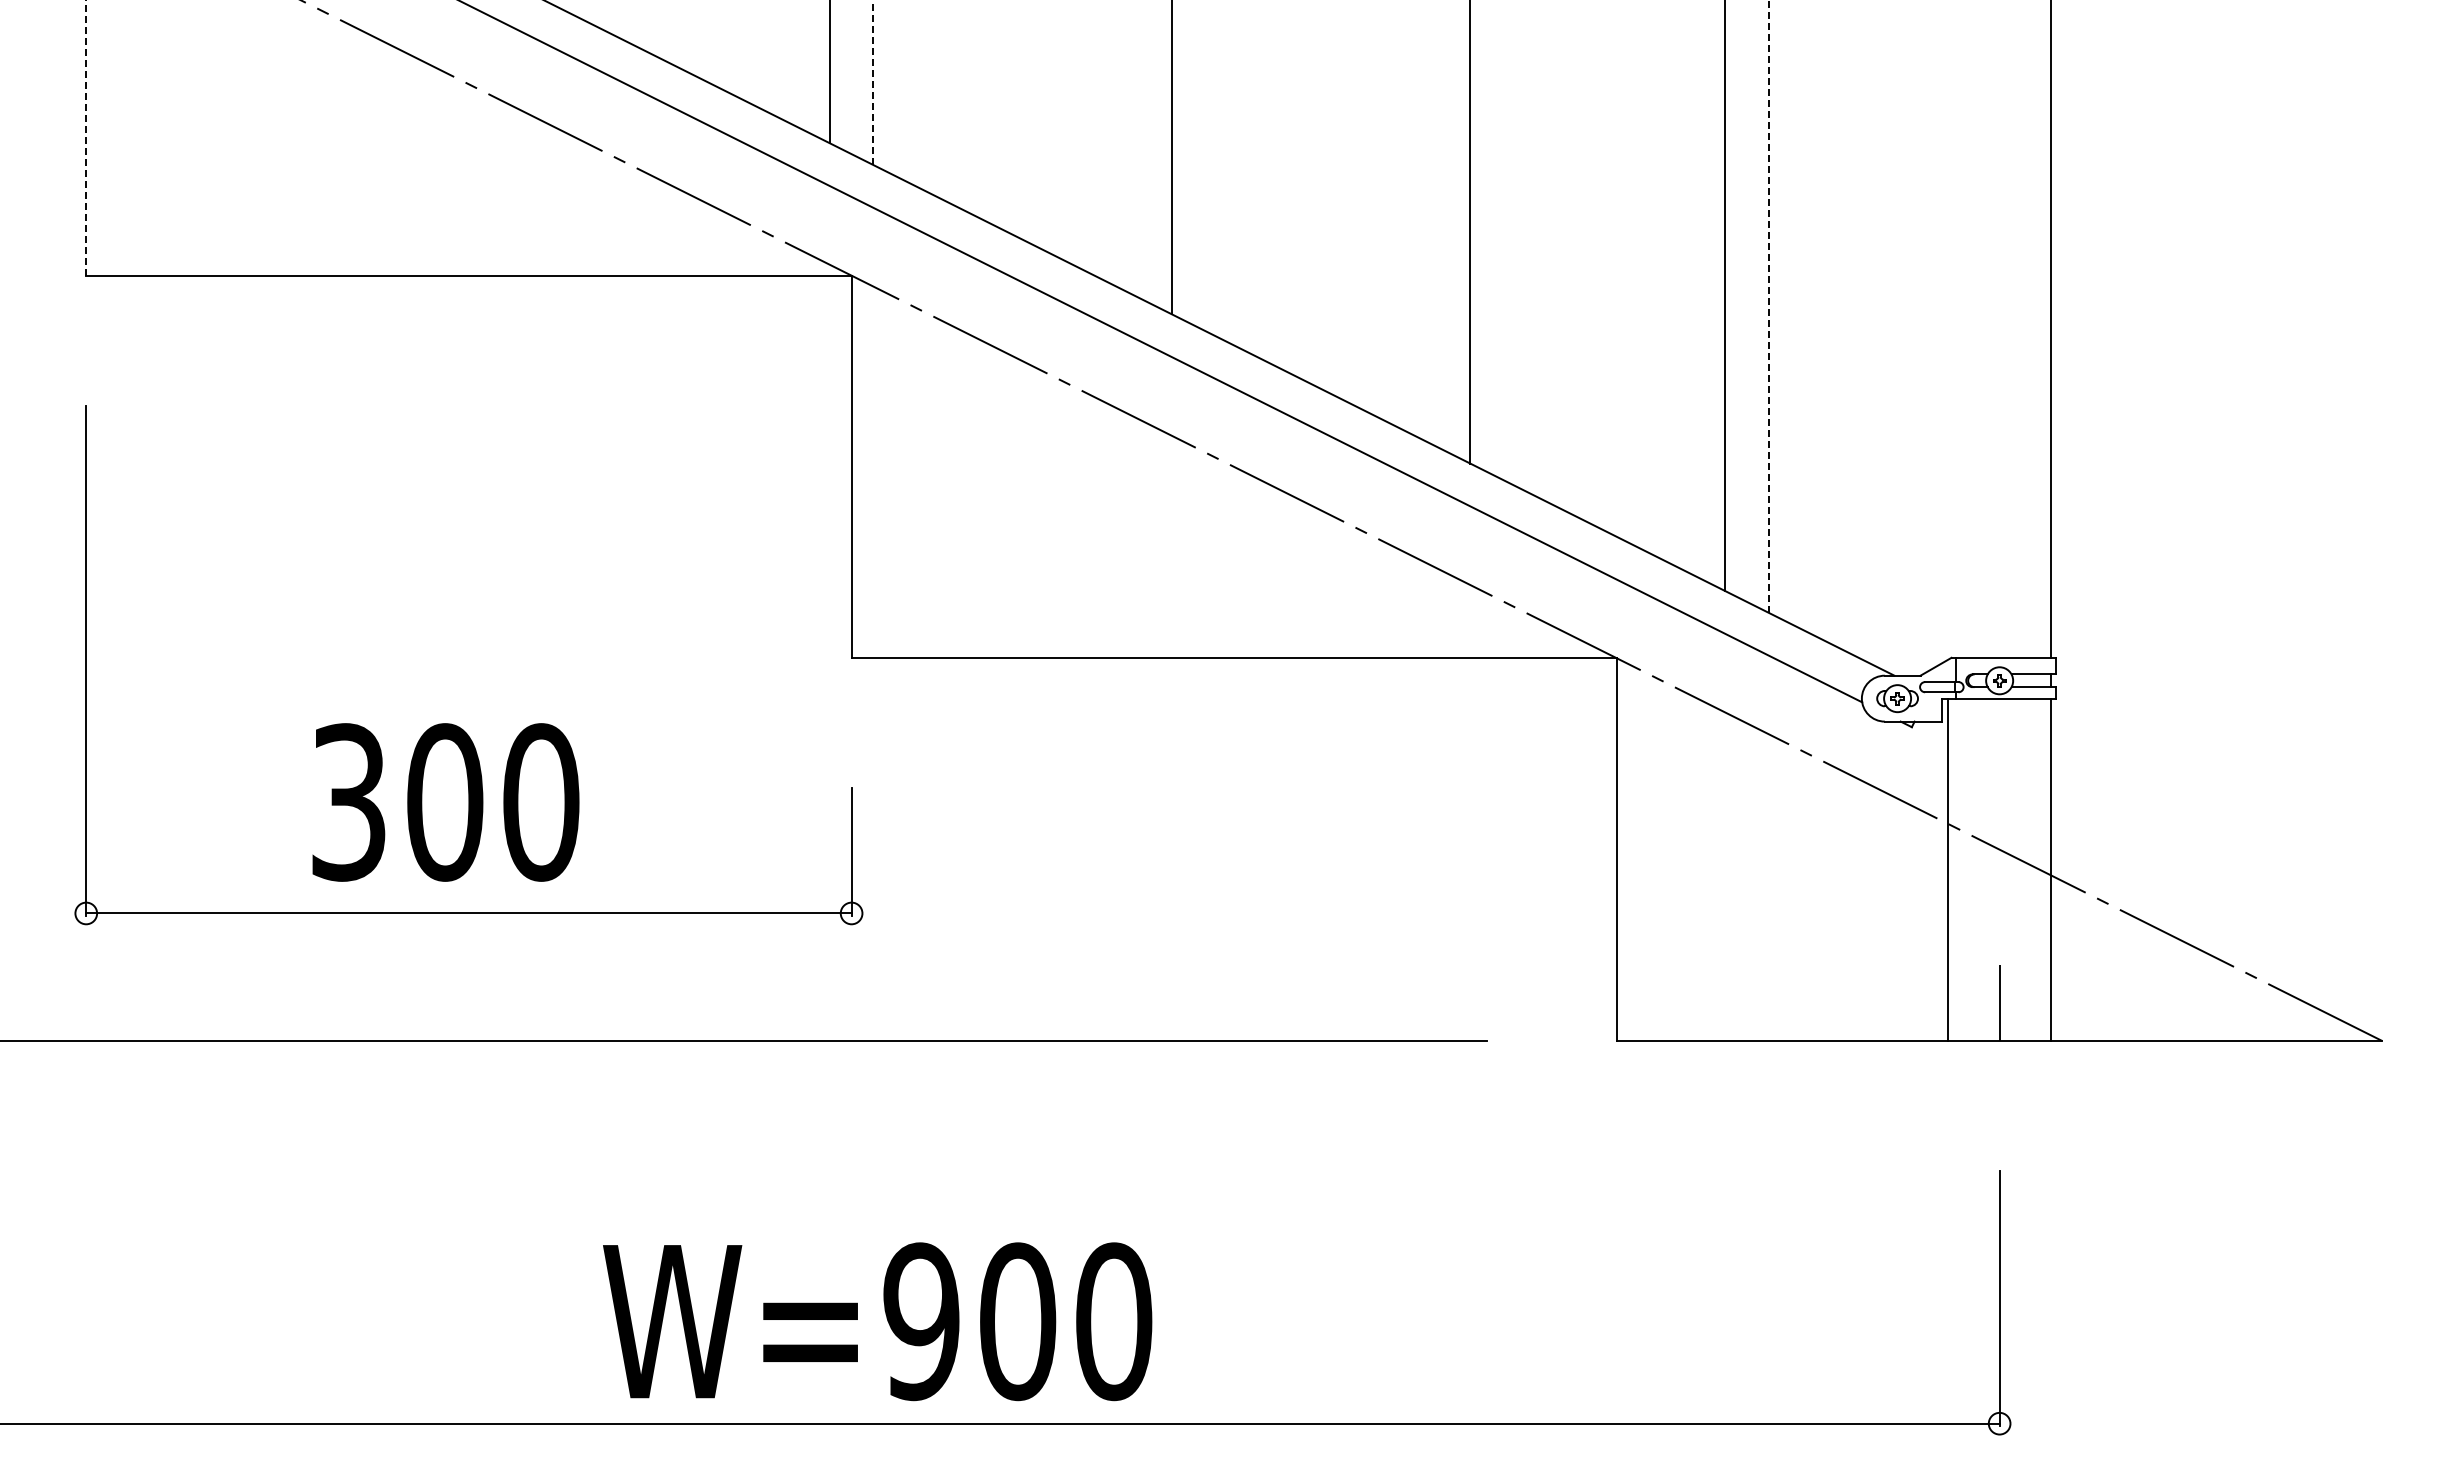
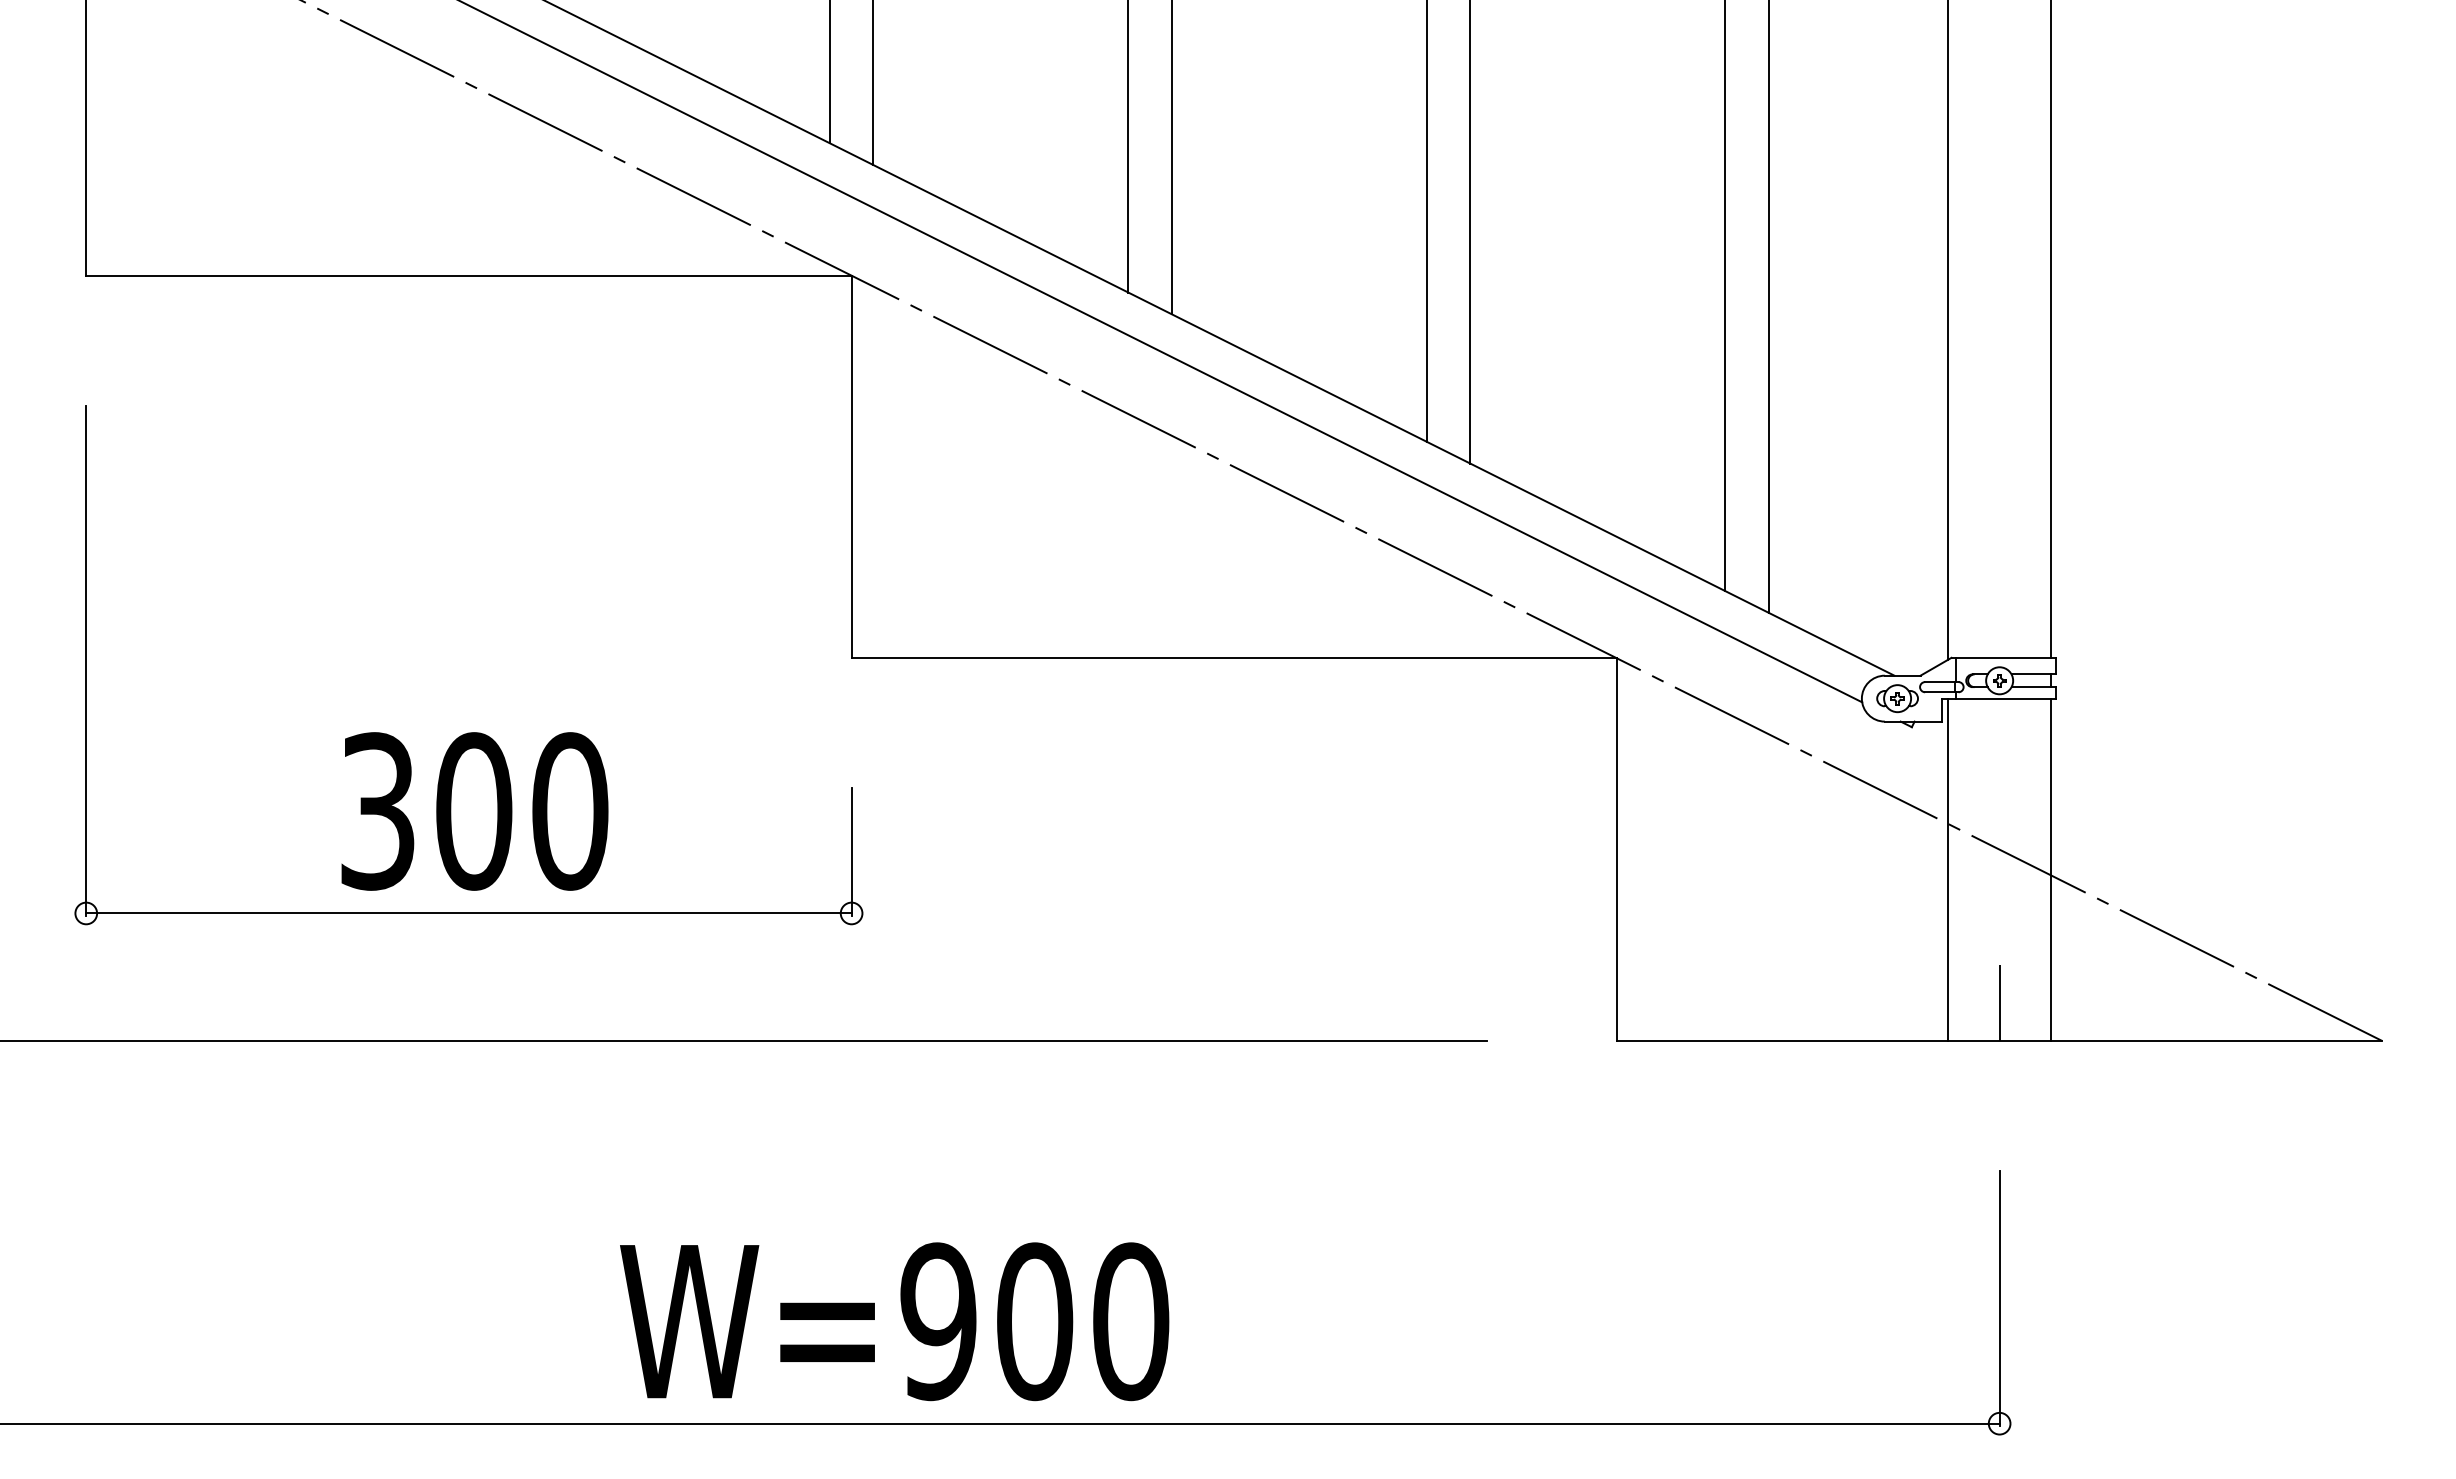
line at (873, 82): dashed -> solid
line at (86, 137): dashed -> solid
line at (1128, 147): none -> present
line at (1426, 221): none -> present
line at (1768, 306): dashed -> solid
line at (1947, 330): none -> present
text at (445, 802) position: (445, 802) -> (474, 811)
text at (877, 1321) position: (877, 1321) -> (894, 1321)
